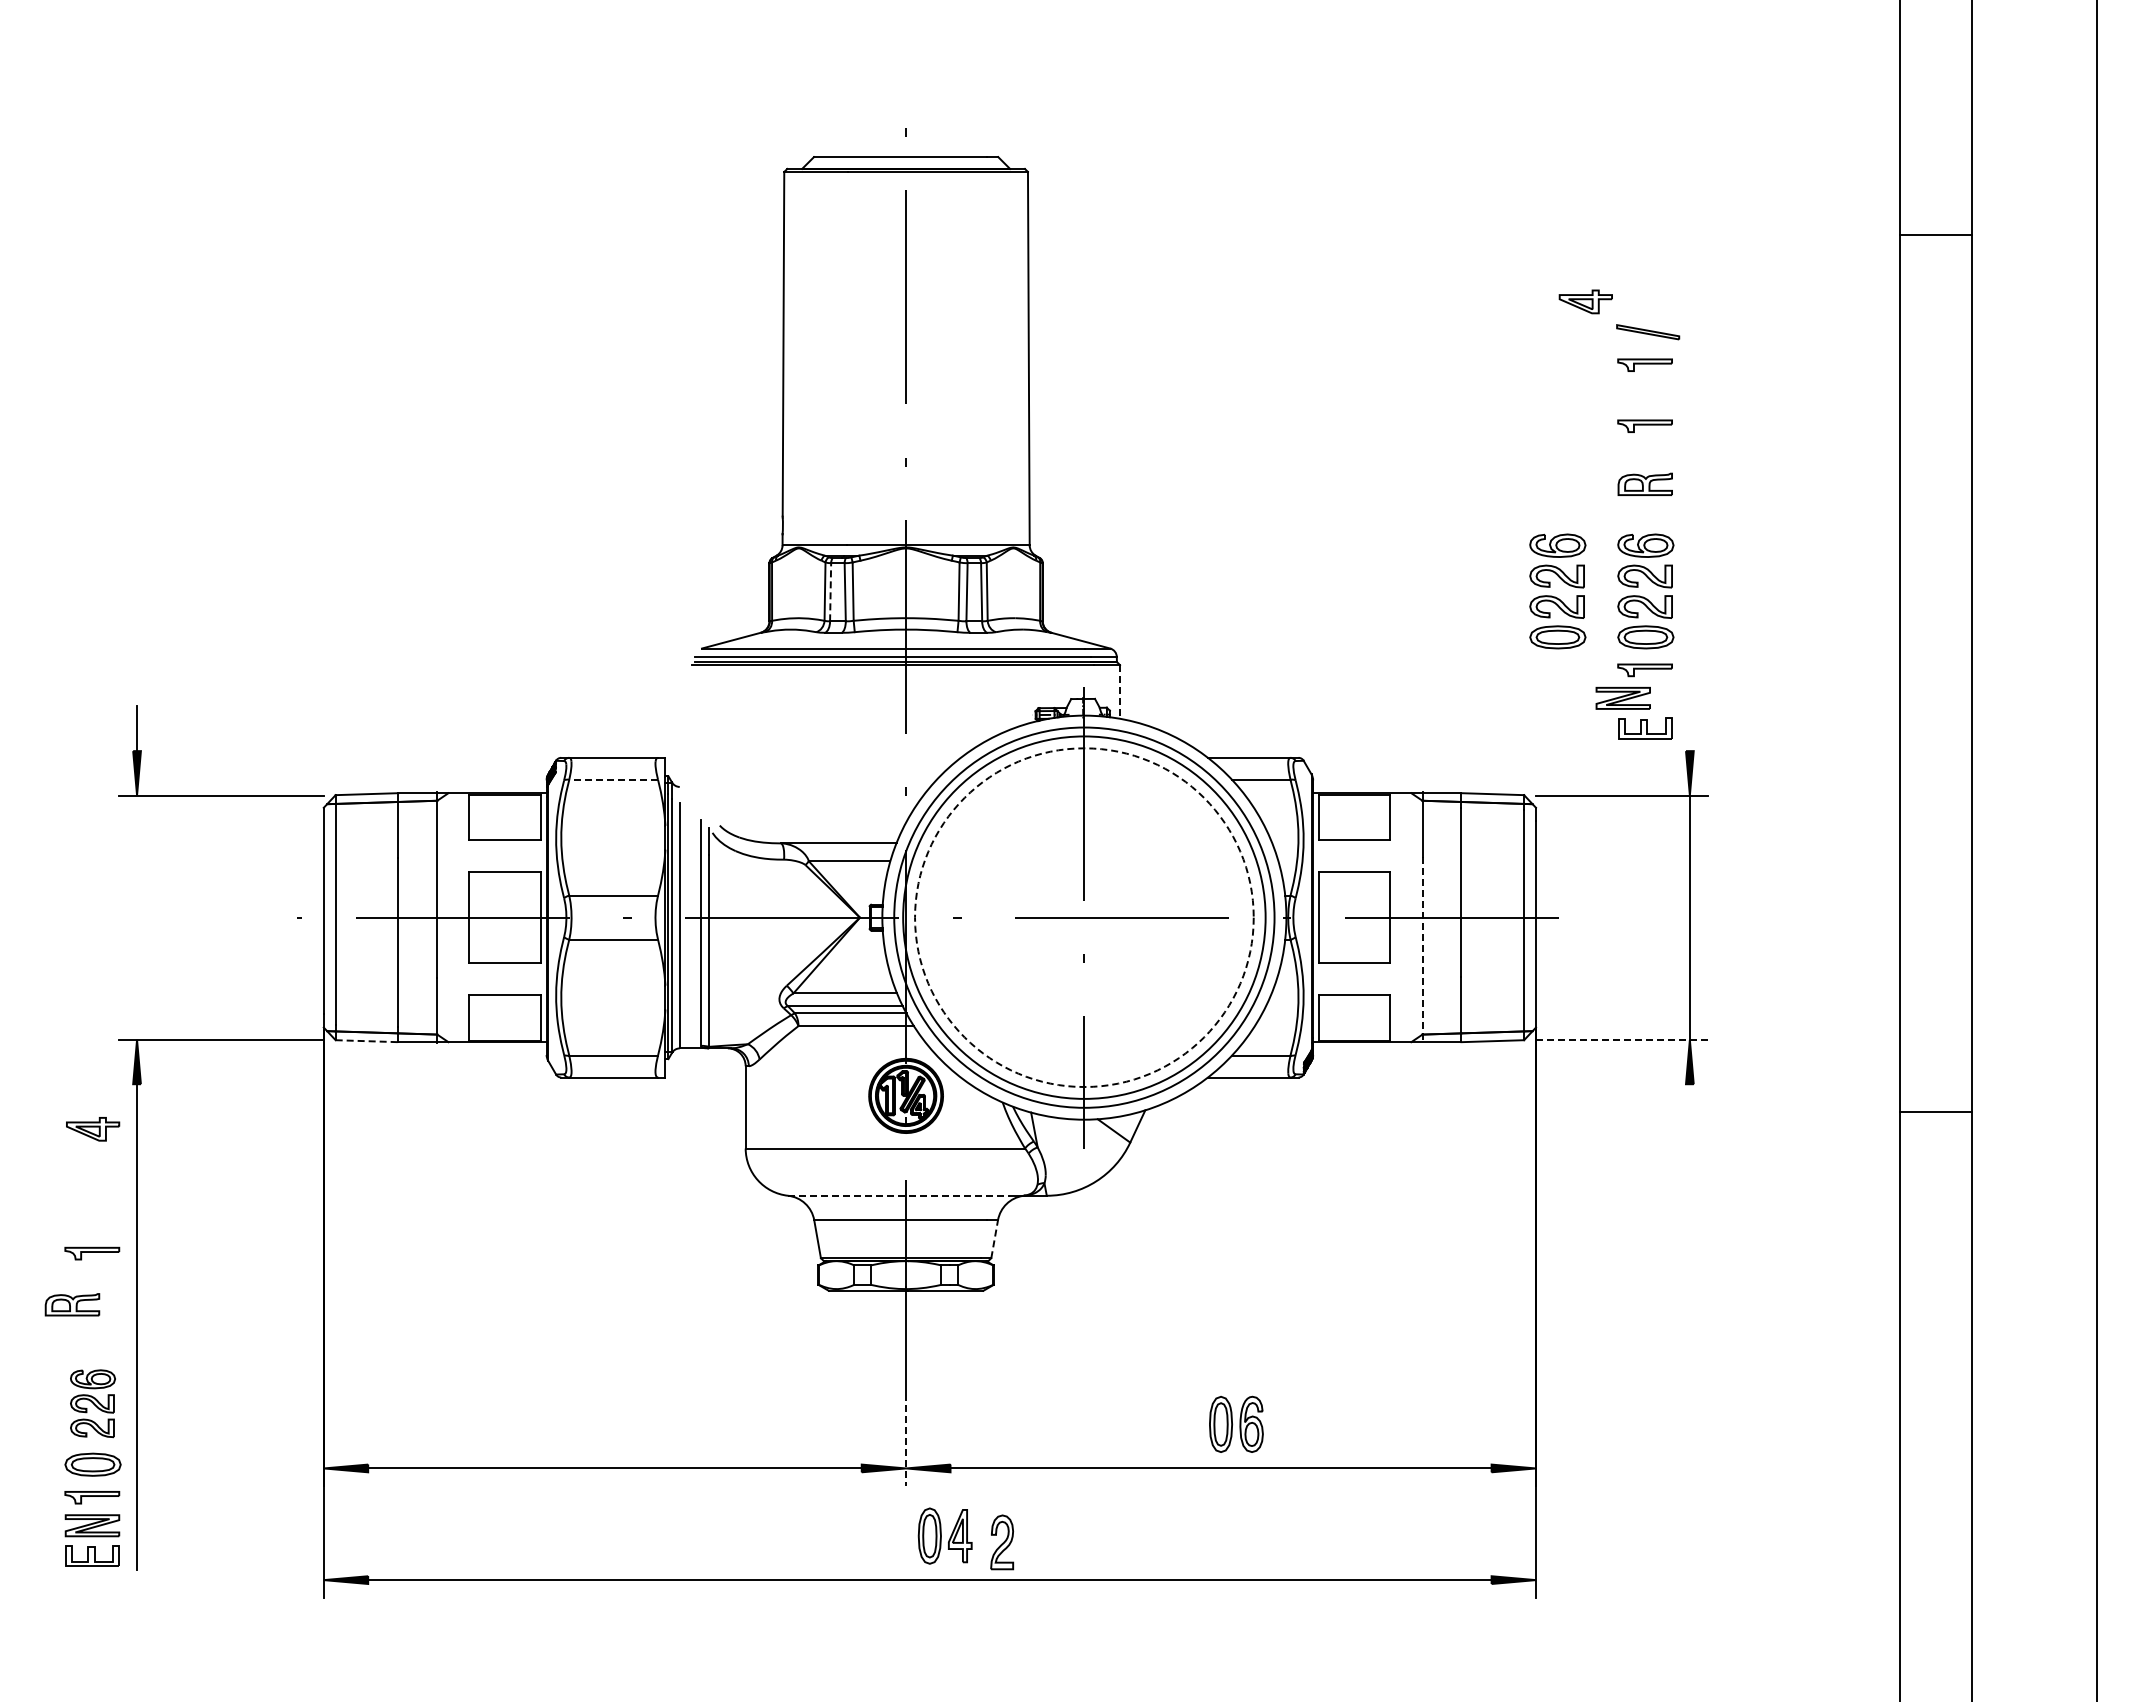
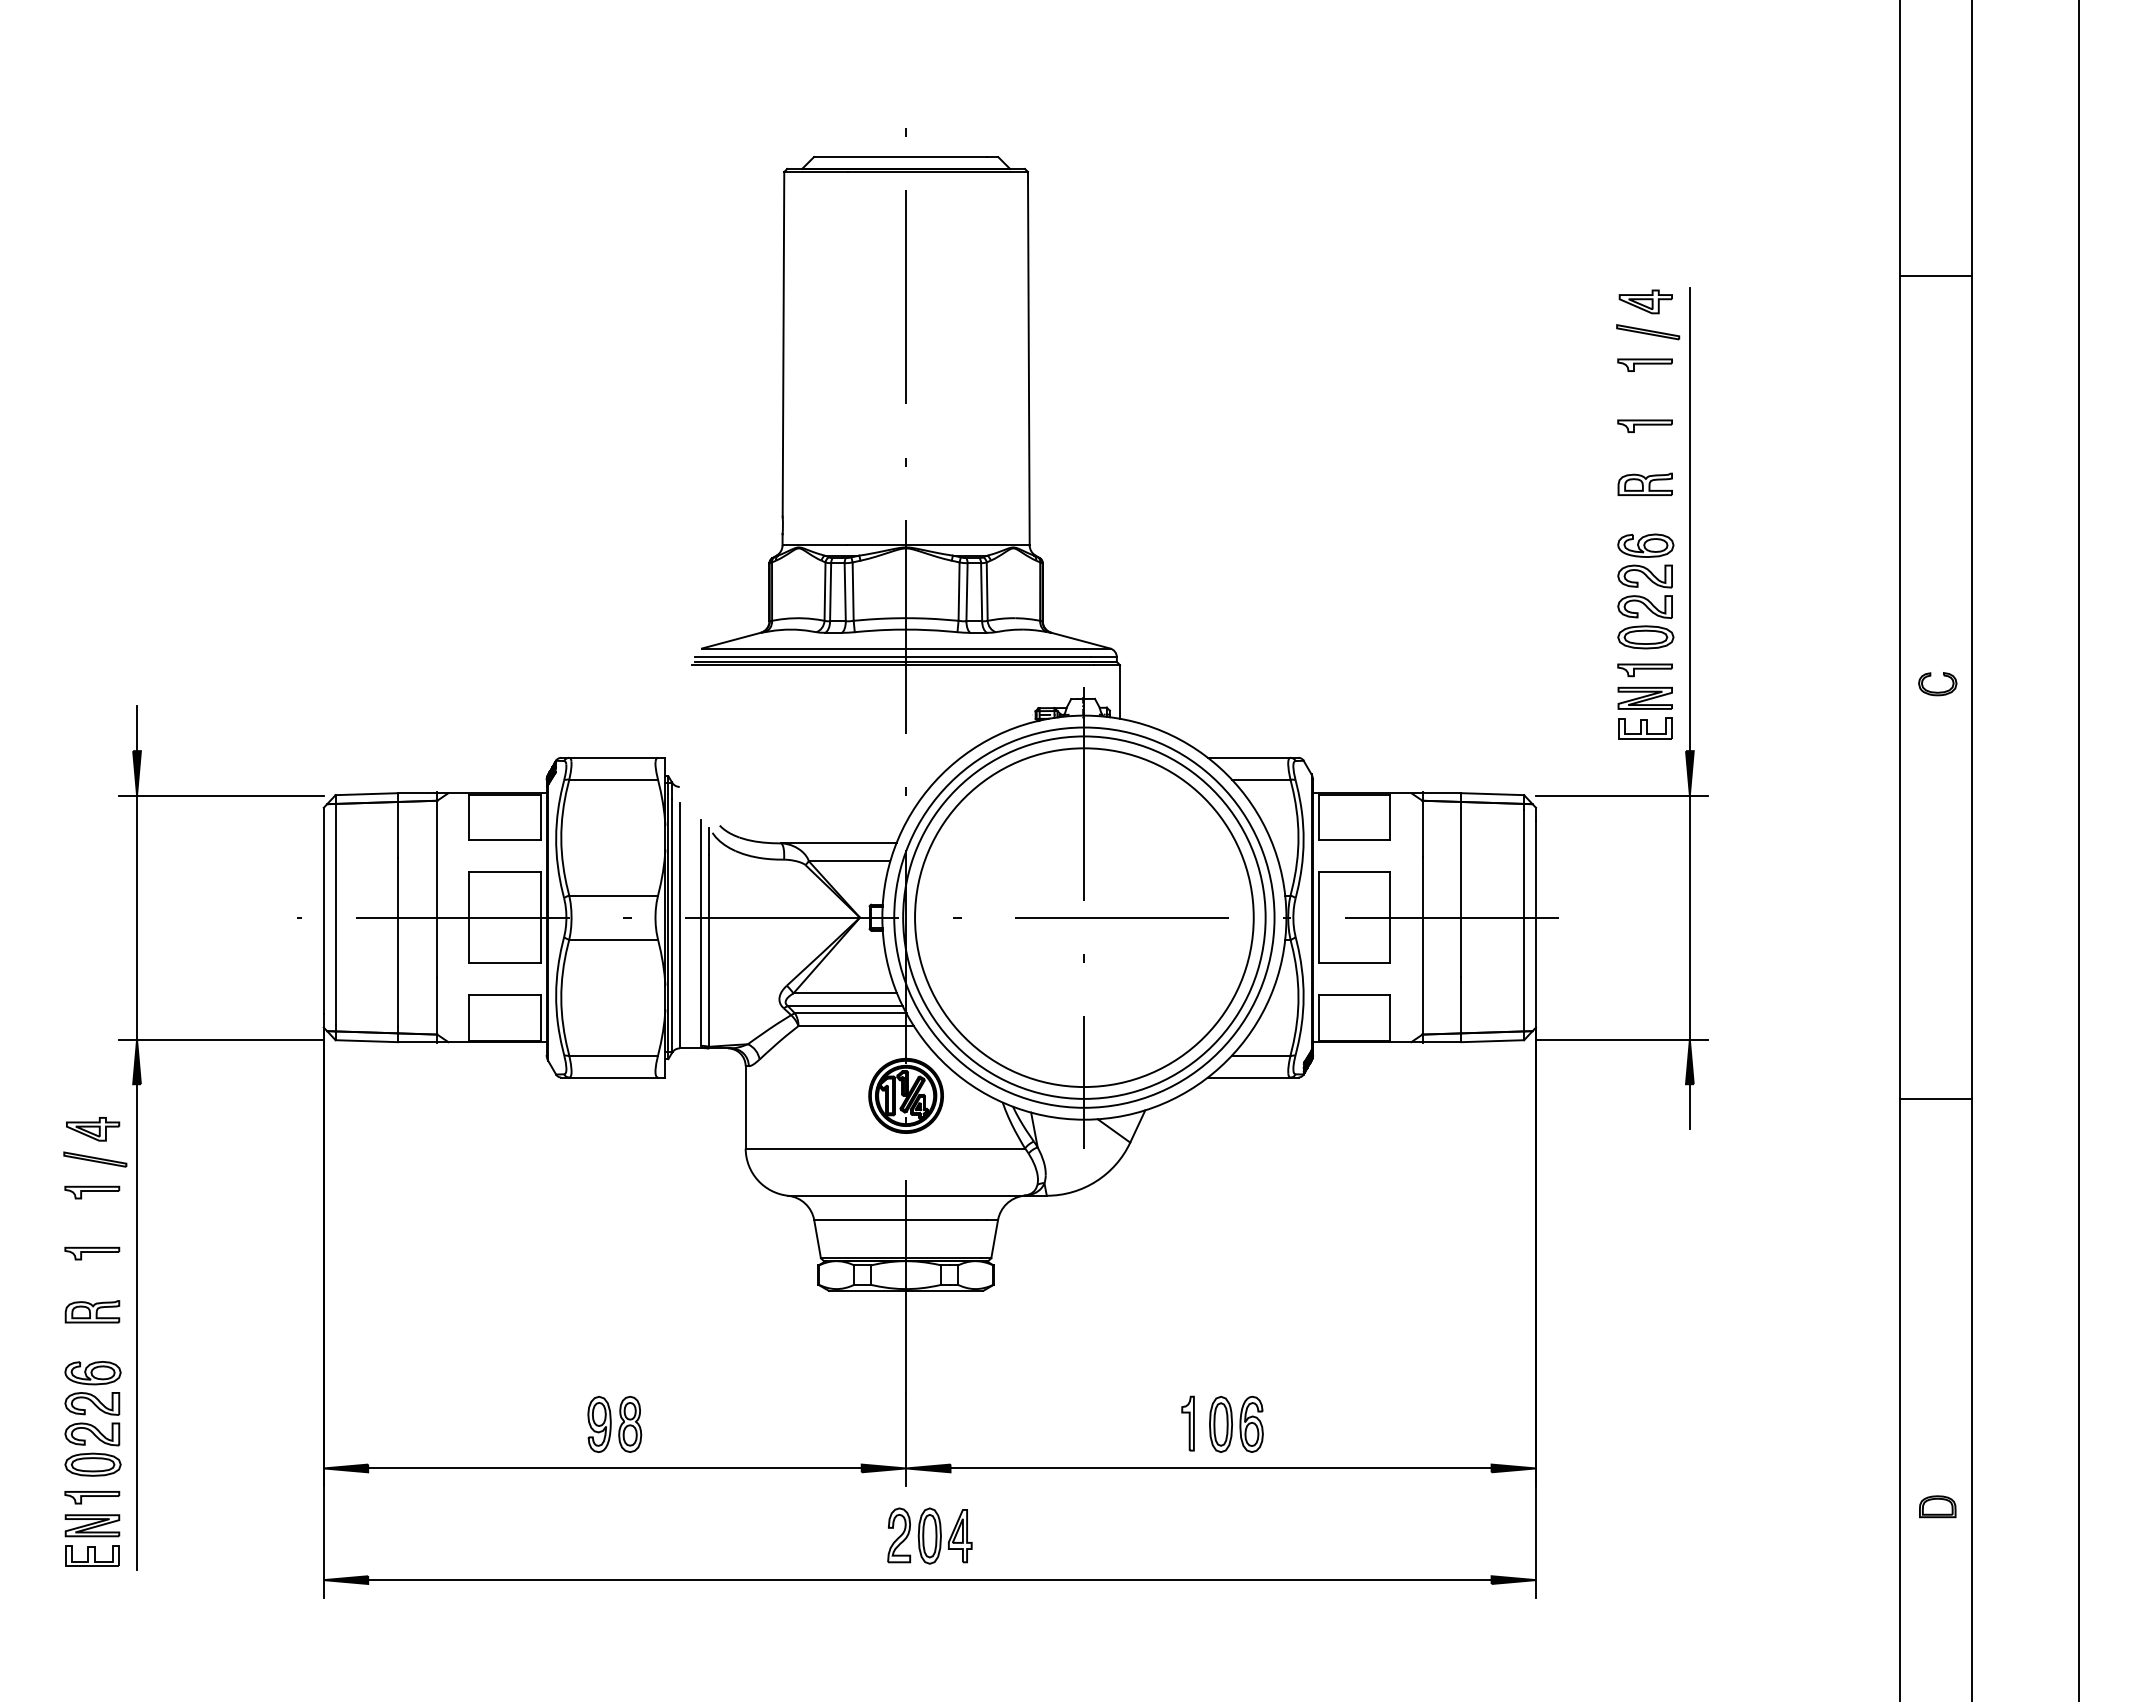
line at (1935, 234) position: (1935, 234) -> (1935, 275)
part at (1585, 301) position: (1585, 301) -> (1645, 301)
line at (1689, 519): none -> present
line at (830, 591): dashed -> solid
part at (1557, 591): present -> none
line at (1120, 691): dashed -> solid
part at (1937, 691): none -> present
part at (1622, 698) position: (1622, 698) -> (1644, 698)
line at (613, 779): dashed -> solid
line at (2096, 850) position: (2096, 850) -> (2078, 850)
line at (137, 917): none -> present
circle at (1084, 917): dashed -> solid
line at (1422, 950): dashed -> solid
line at (1621, 1039): dashed -> solid
line at (367, 1041): dashed -> solid
line at (1689, 1106): none -> present
line at (1935, 1111) position: (1935, 1111) -> (1935, 1098)
part at (95, 1159): none -> present
part at (92, 1192): none -> present
line at (898, 1195): dashed -> solid
line at (994, 1238): dashed -> solid
part at (72, 1304) position: (72, 1304) -> (92, 1311)
part at (92, 1403) size: 46x70 px -> 58x86 px
part at (614, 1423): none -> present
part at (1187, 1423): none -> present
line at (906, 1440): dashed -> solid
part at (1937, 1506): none -> present
part at (1002, 1542) position: (1002, 1542) -> (899, 1535)
